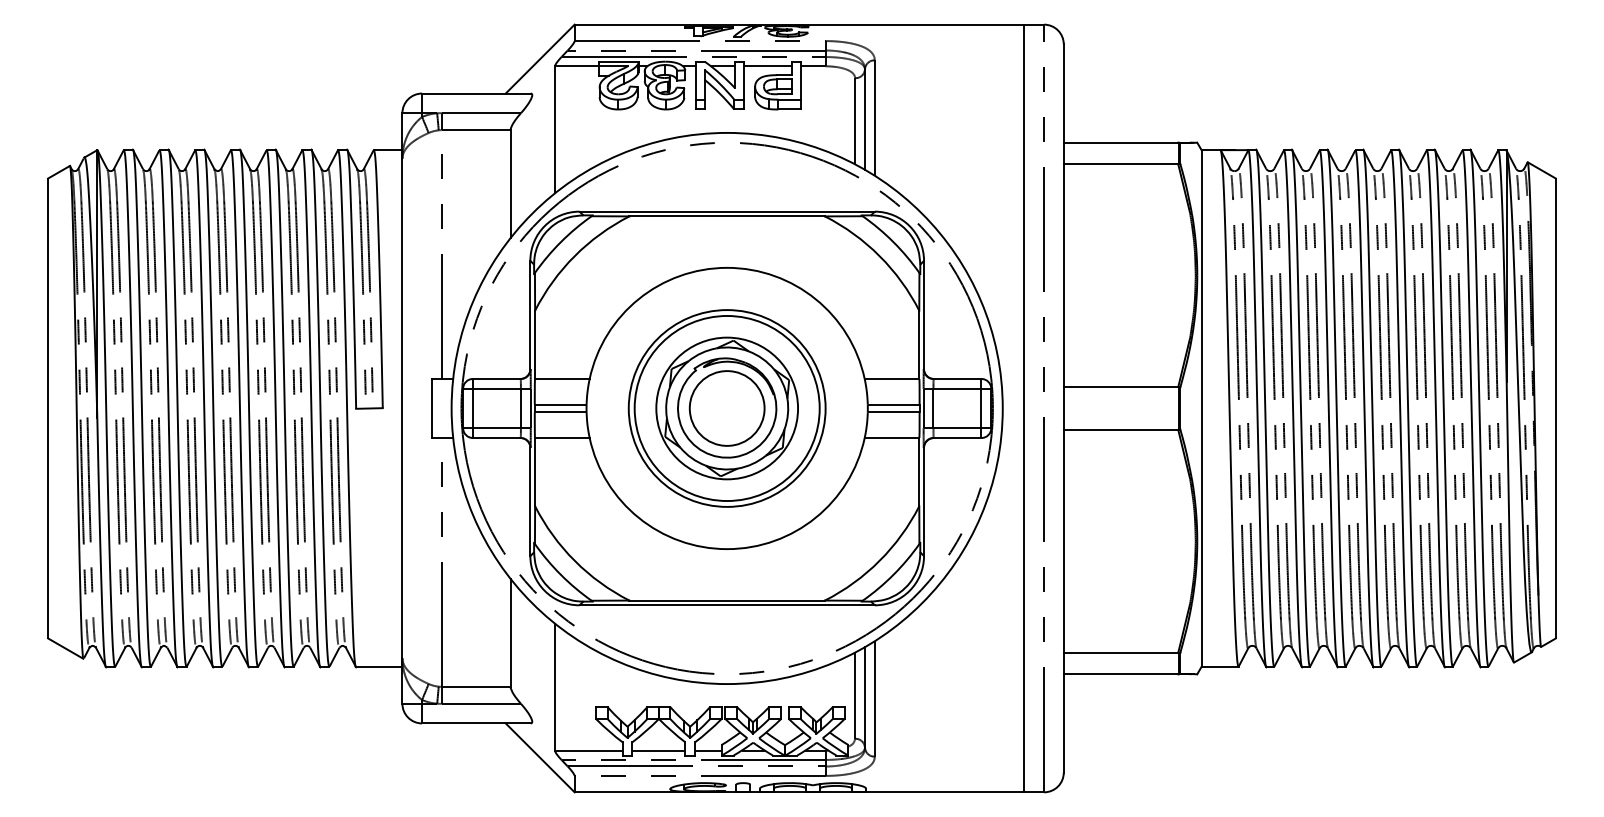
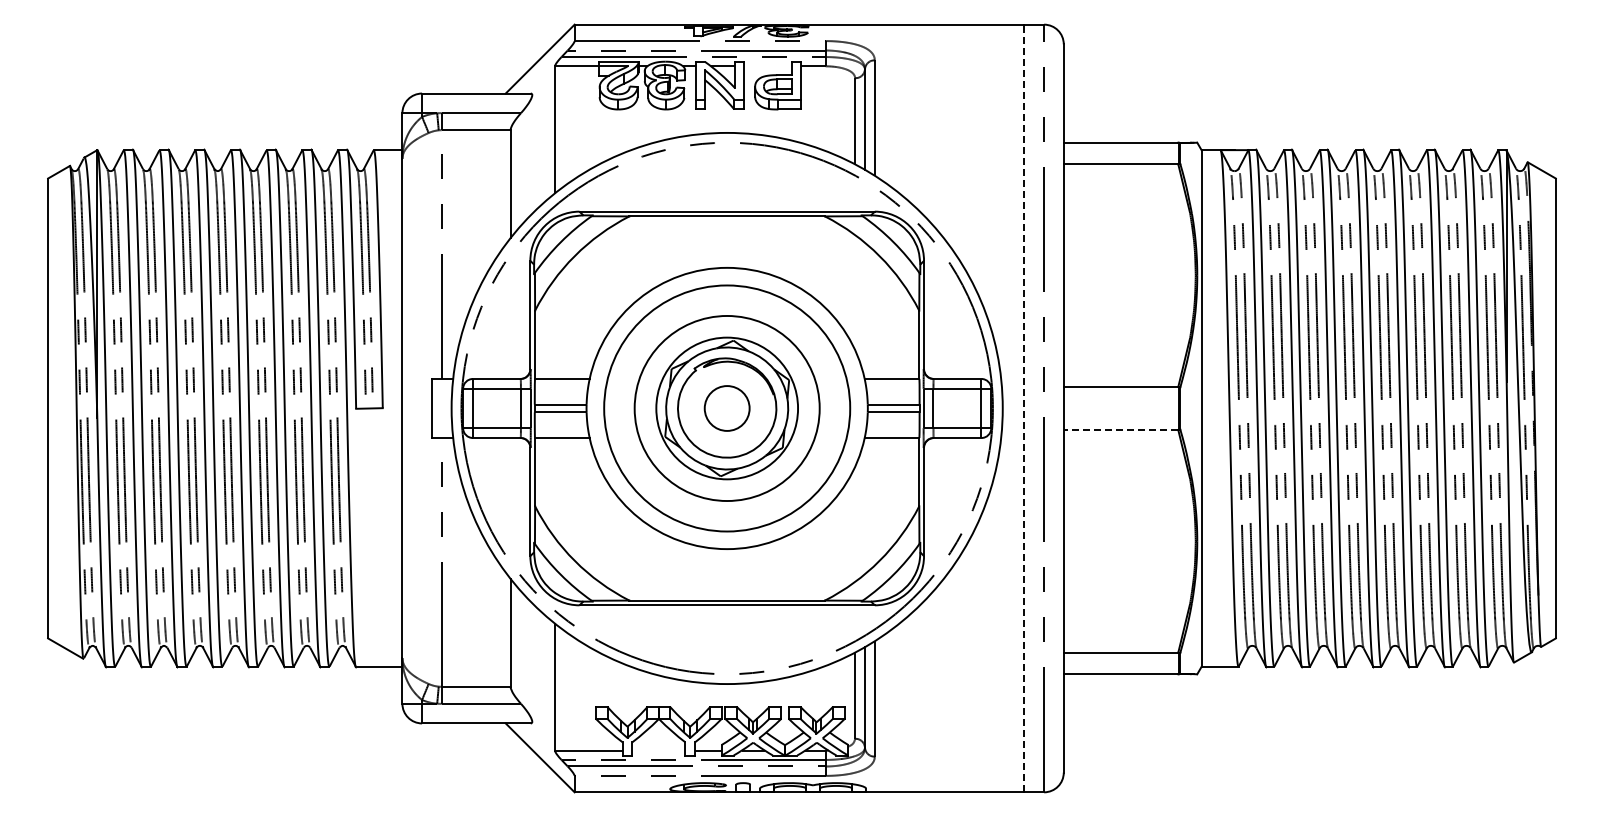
line at (767, 66): present -> none
circle at (726, 408) diameter: 197 px -> 246 px
circle at (726, 408) diameter: 75 px -> 45 px
line at (1024, 408): solid -> dashed
line at (1120, 429): solid -> dashed
line at (658, 750): present -> none
